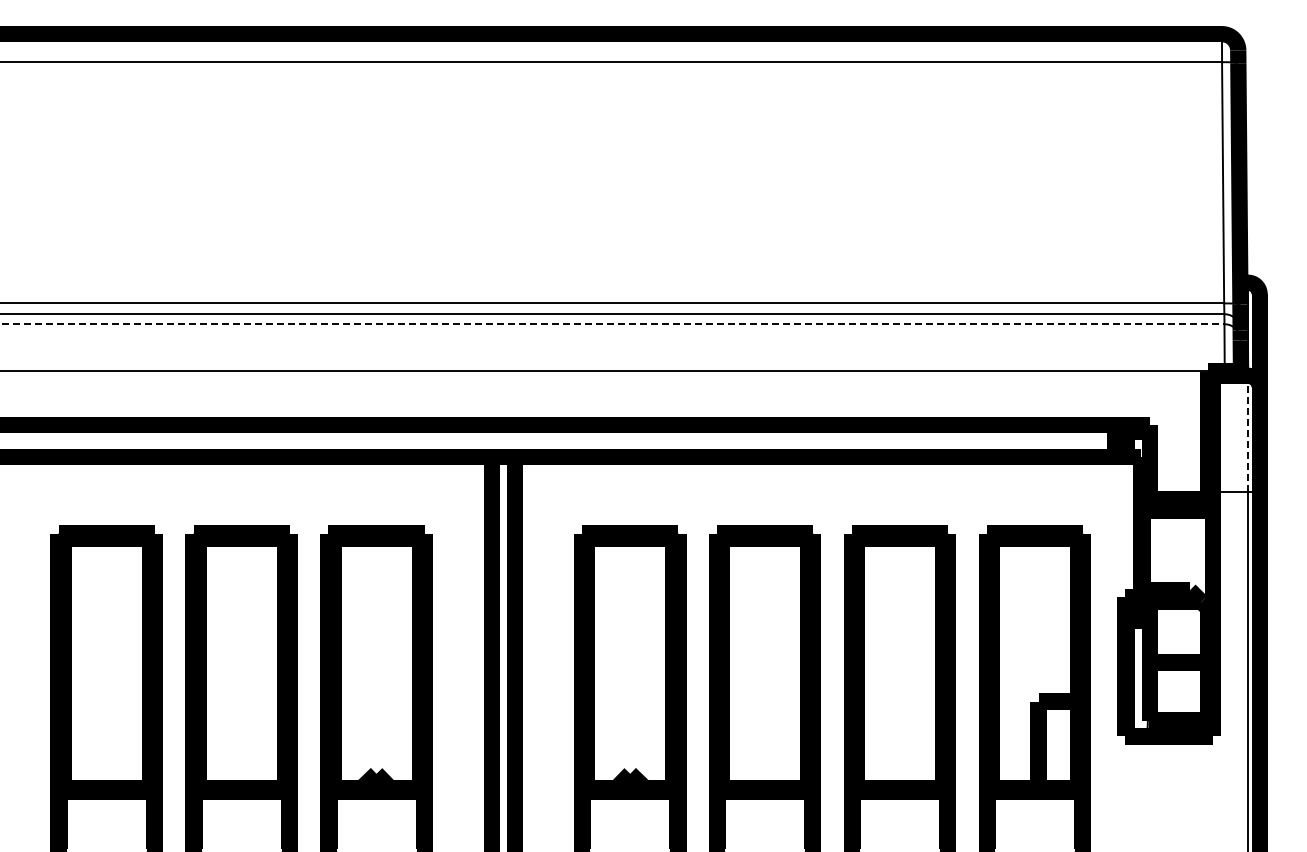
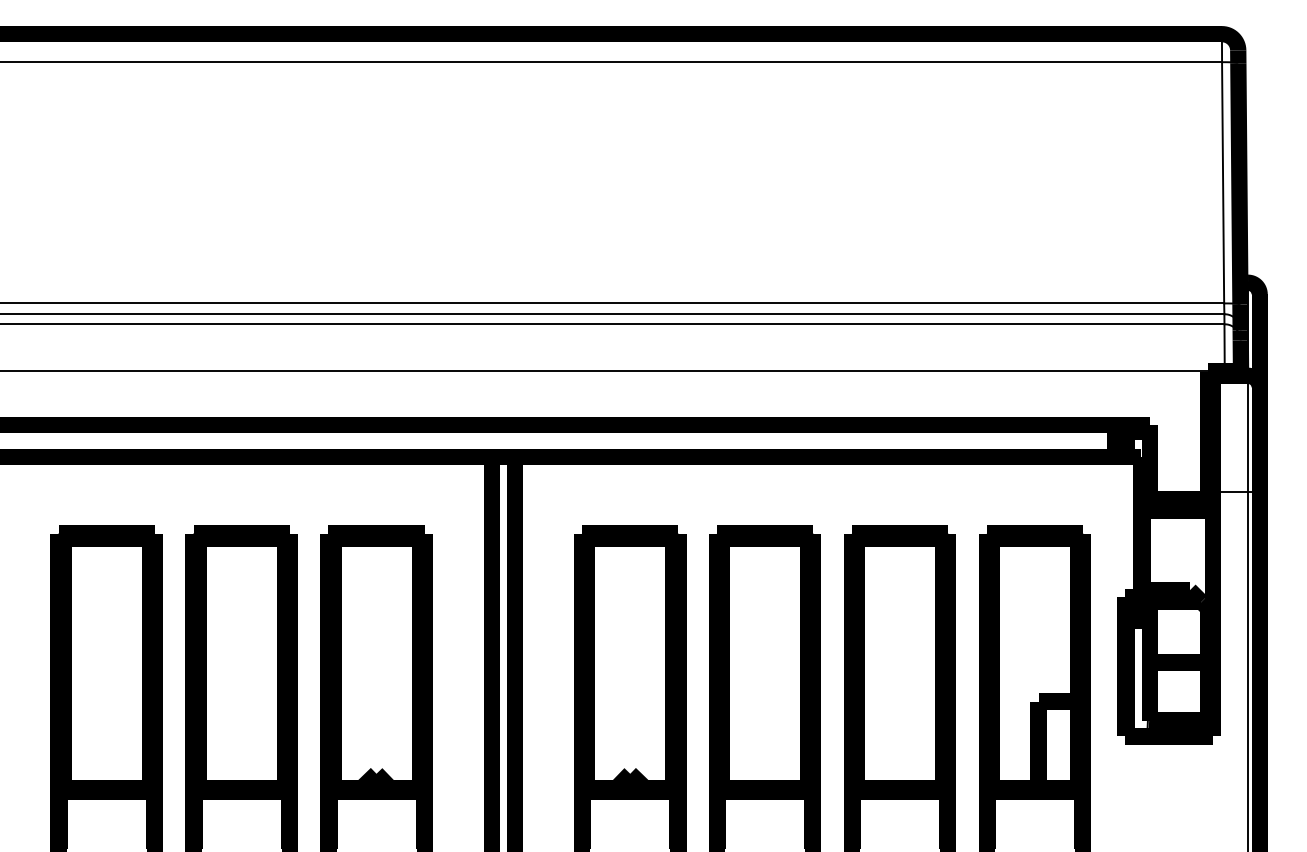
line at (612, 324): dashed -> solid
line at (1248, 433): dashed -> solid
